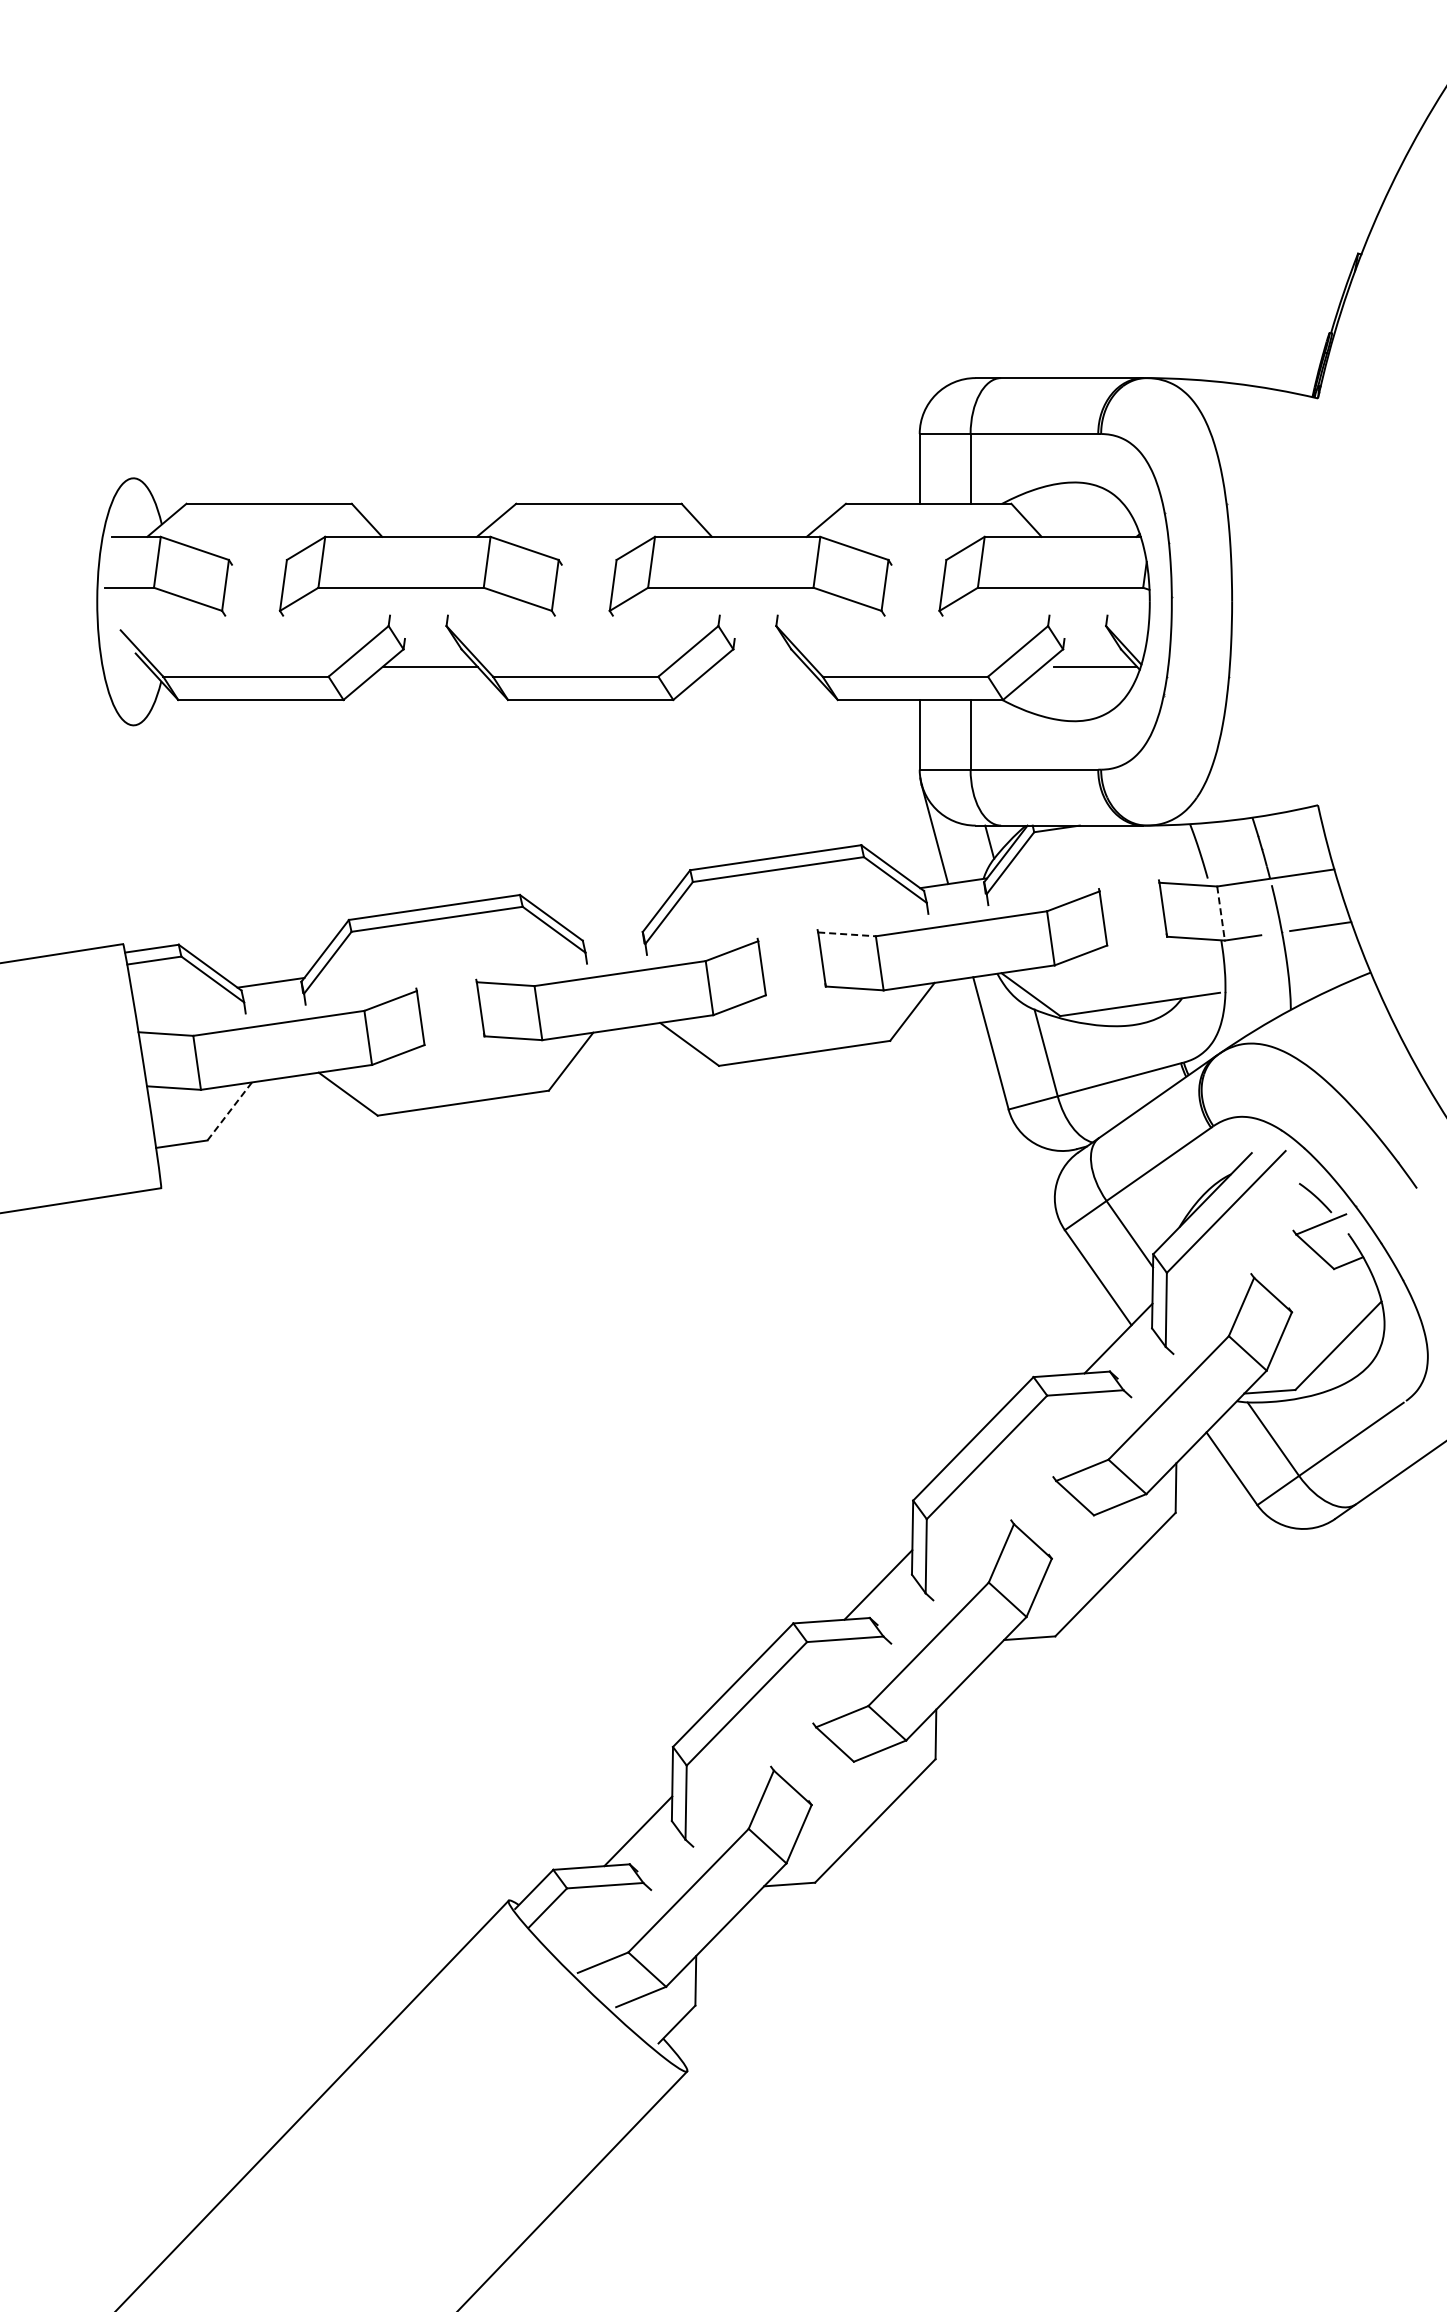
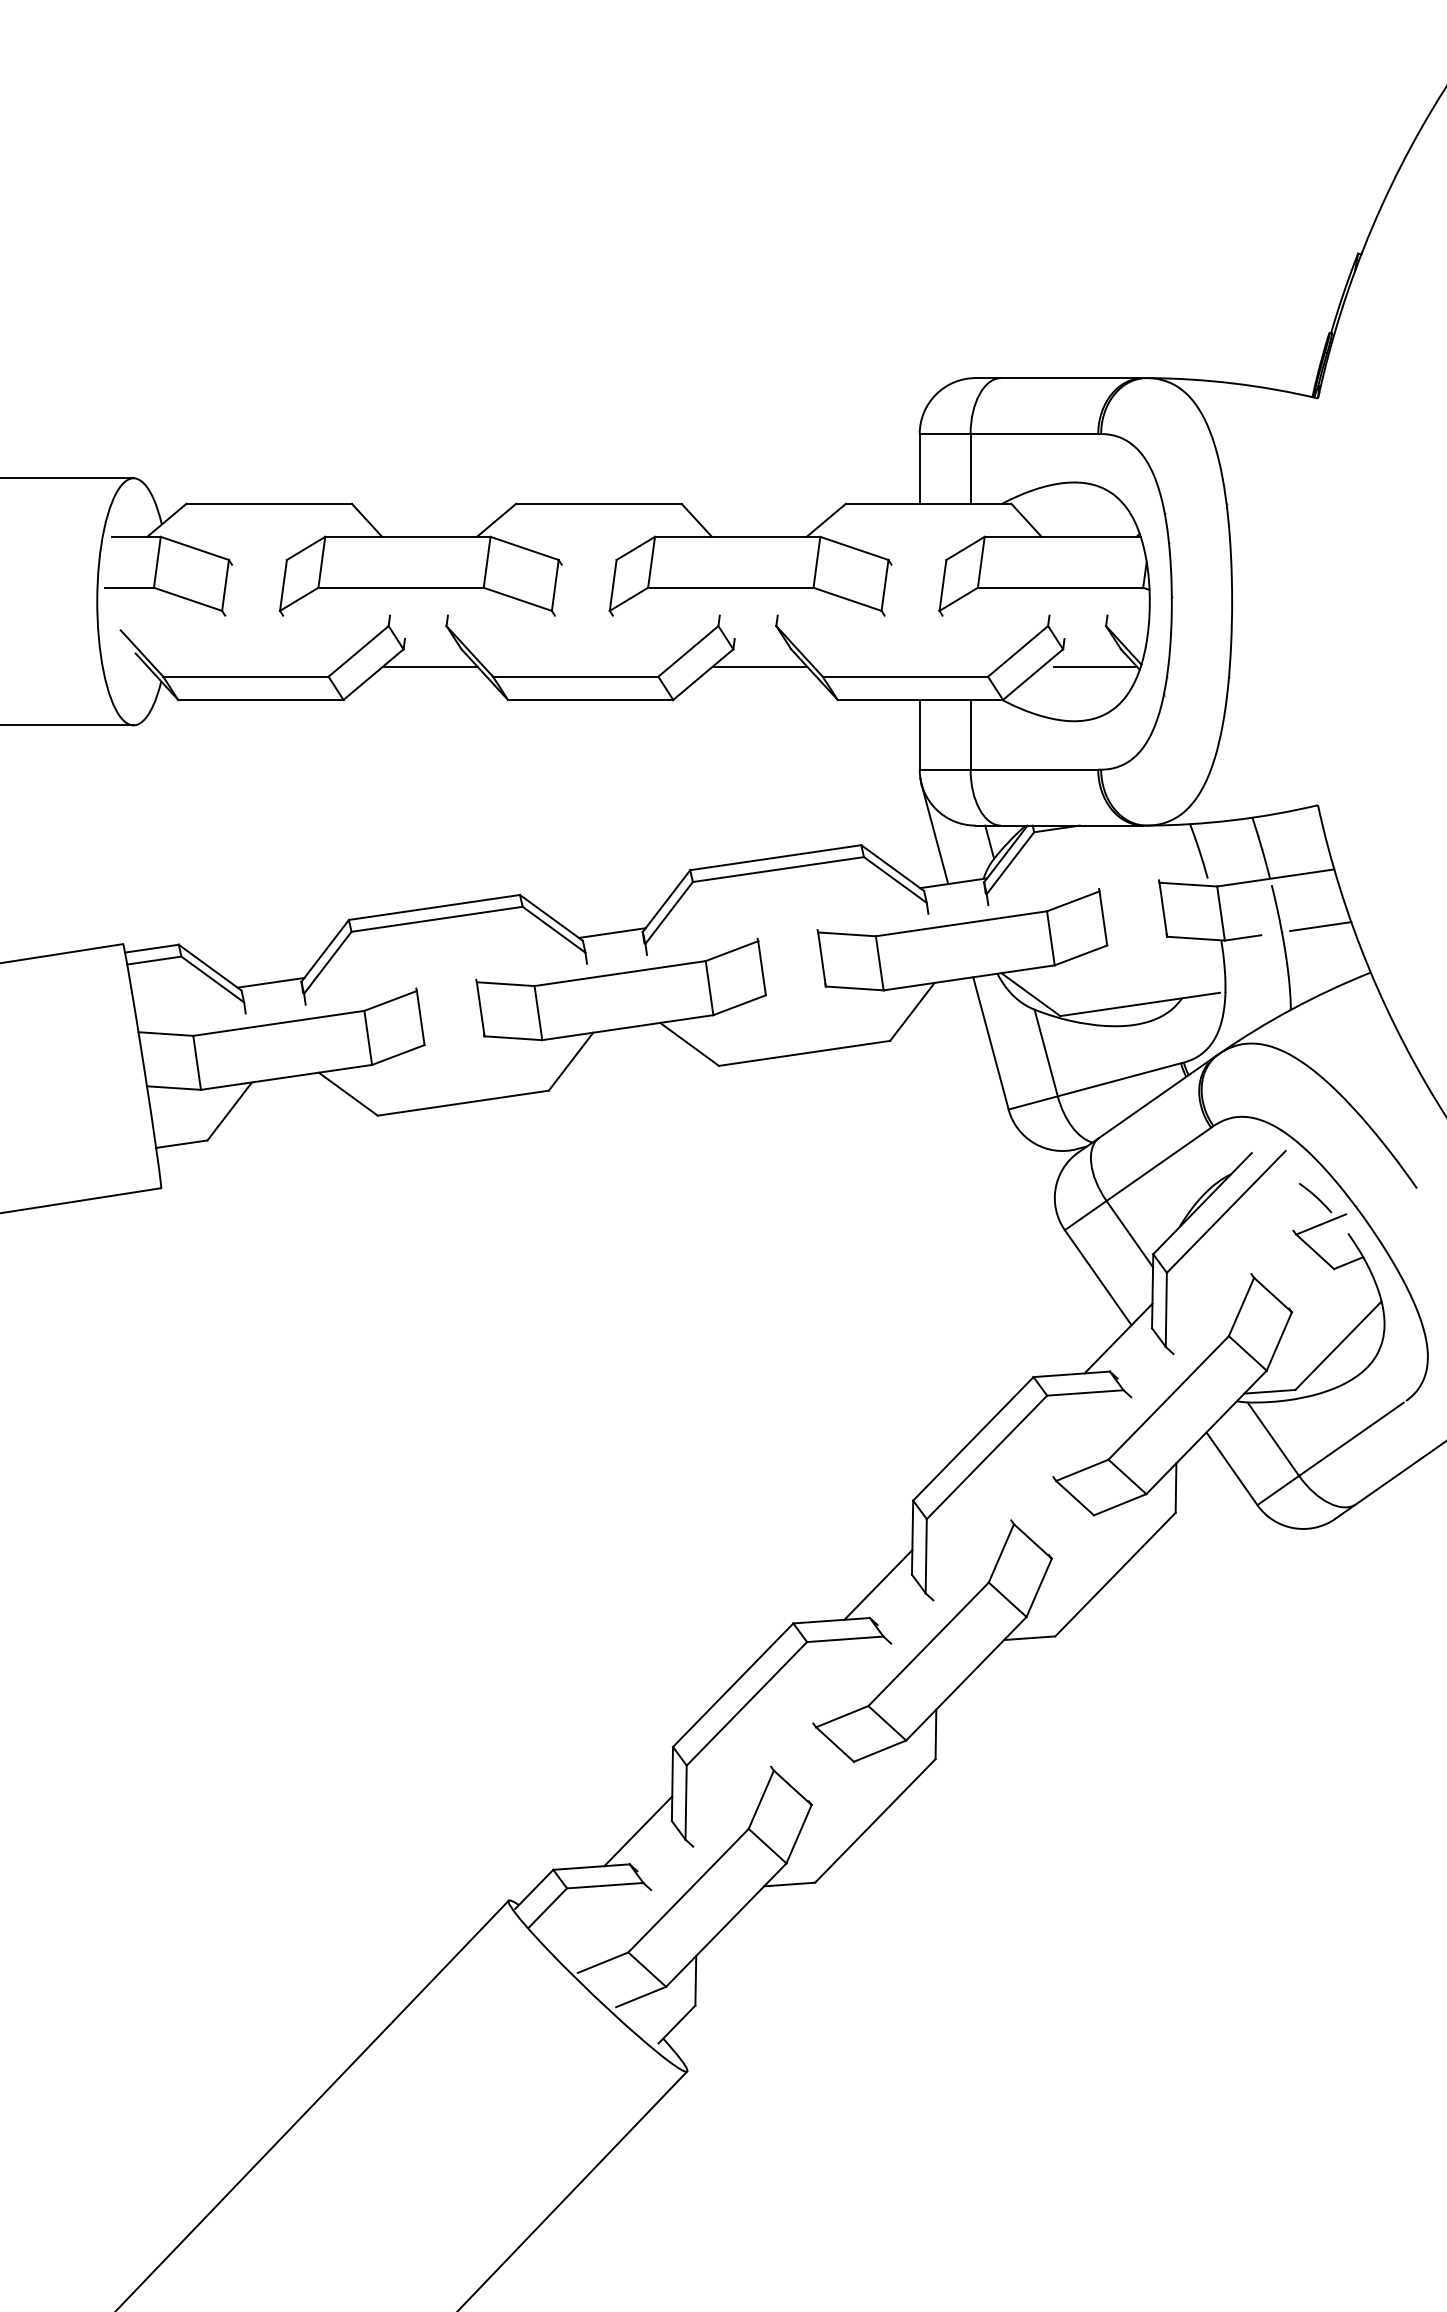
line at (67, 478): none -> present
line at (759, 666): none -> present
line at (67, 725): none -> present
line at (1221, 914): dashed -> solid
line at (611, 932): none -> present
line at (847, 934): dashed -> solid
line at (229, 1111): dashed -> solid
